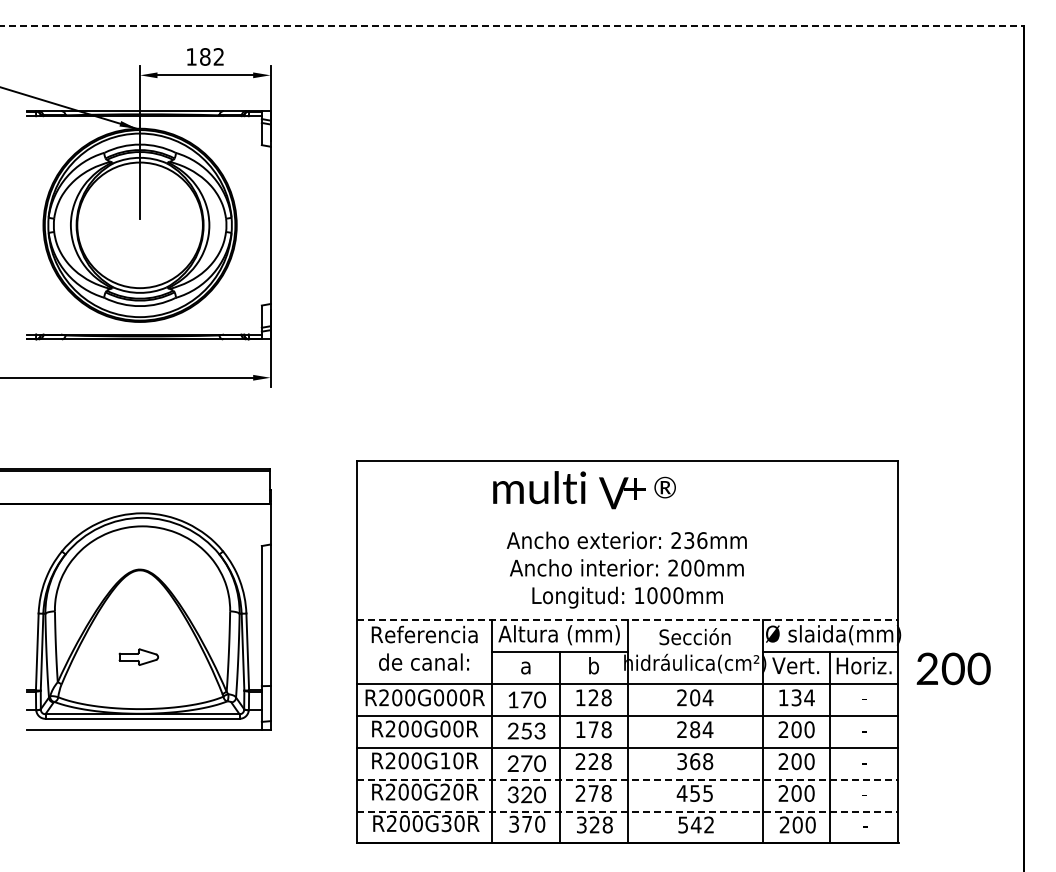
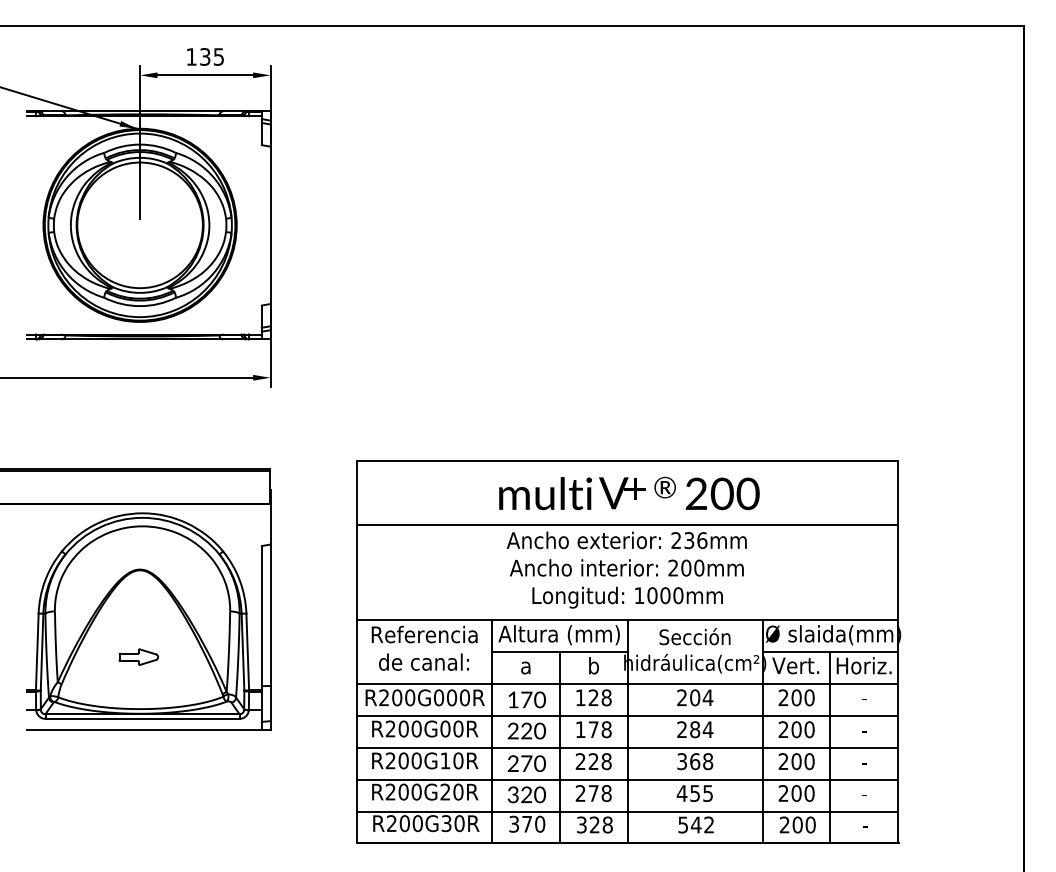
line at (512, 26): dashed -> solid
text at (211, 56): 182 -> 135
text at (539, 487) position: (539, 487) -> (545, 493)
line at (627, 524): none -> present
line at (627, 620): dashed -> solid
text at (953, 668) position: (953, 668) -> (722, 493)
text at (796, 697): 134 -> 200
text at (533, 730): 253 -> 220
line at (627, 779): dashed -> solid
line at (627, 811): dashed -> solid
